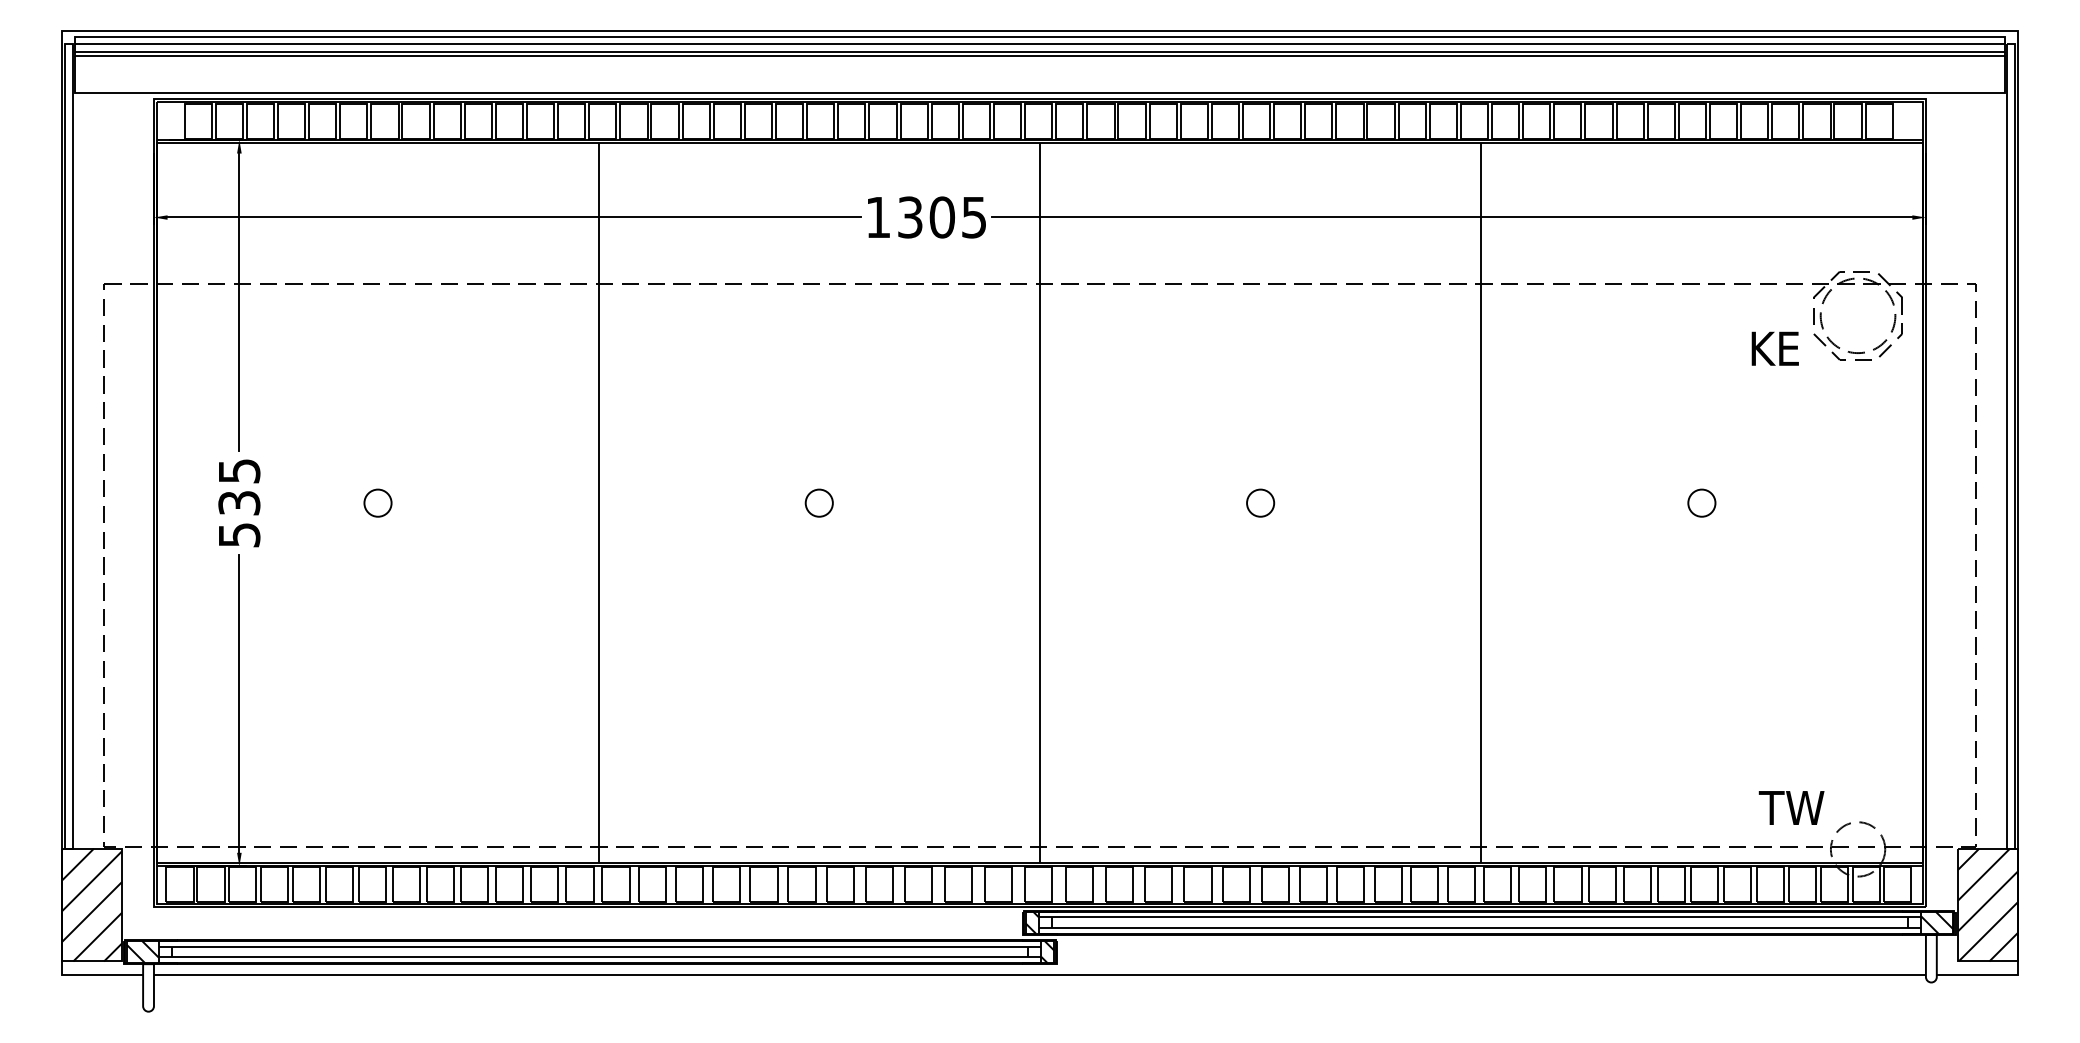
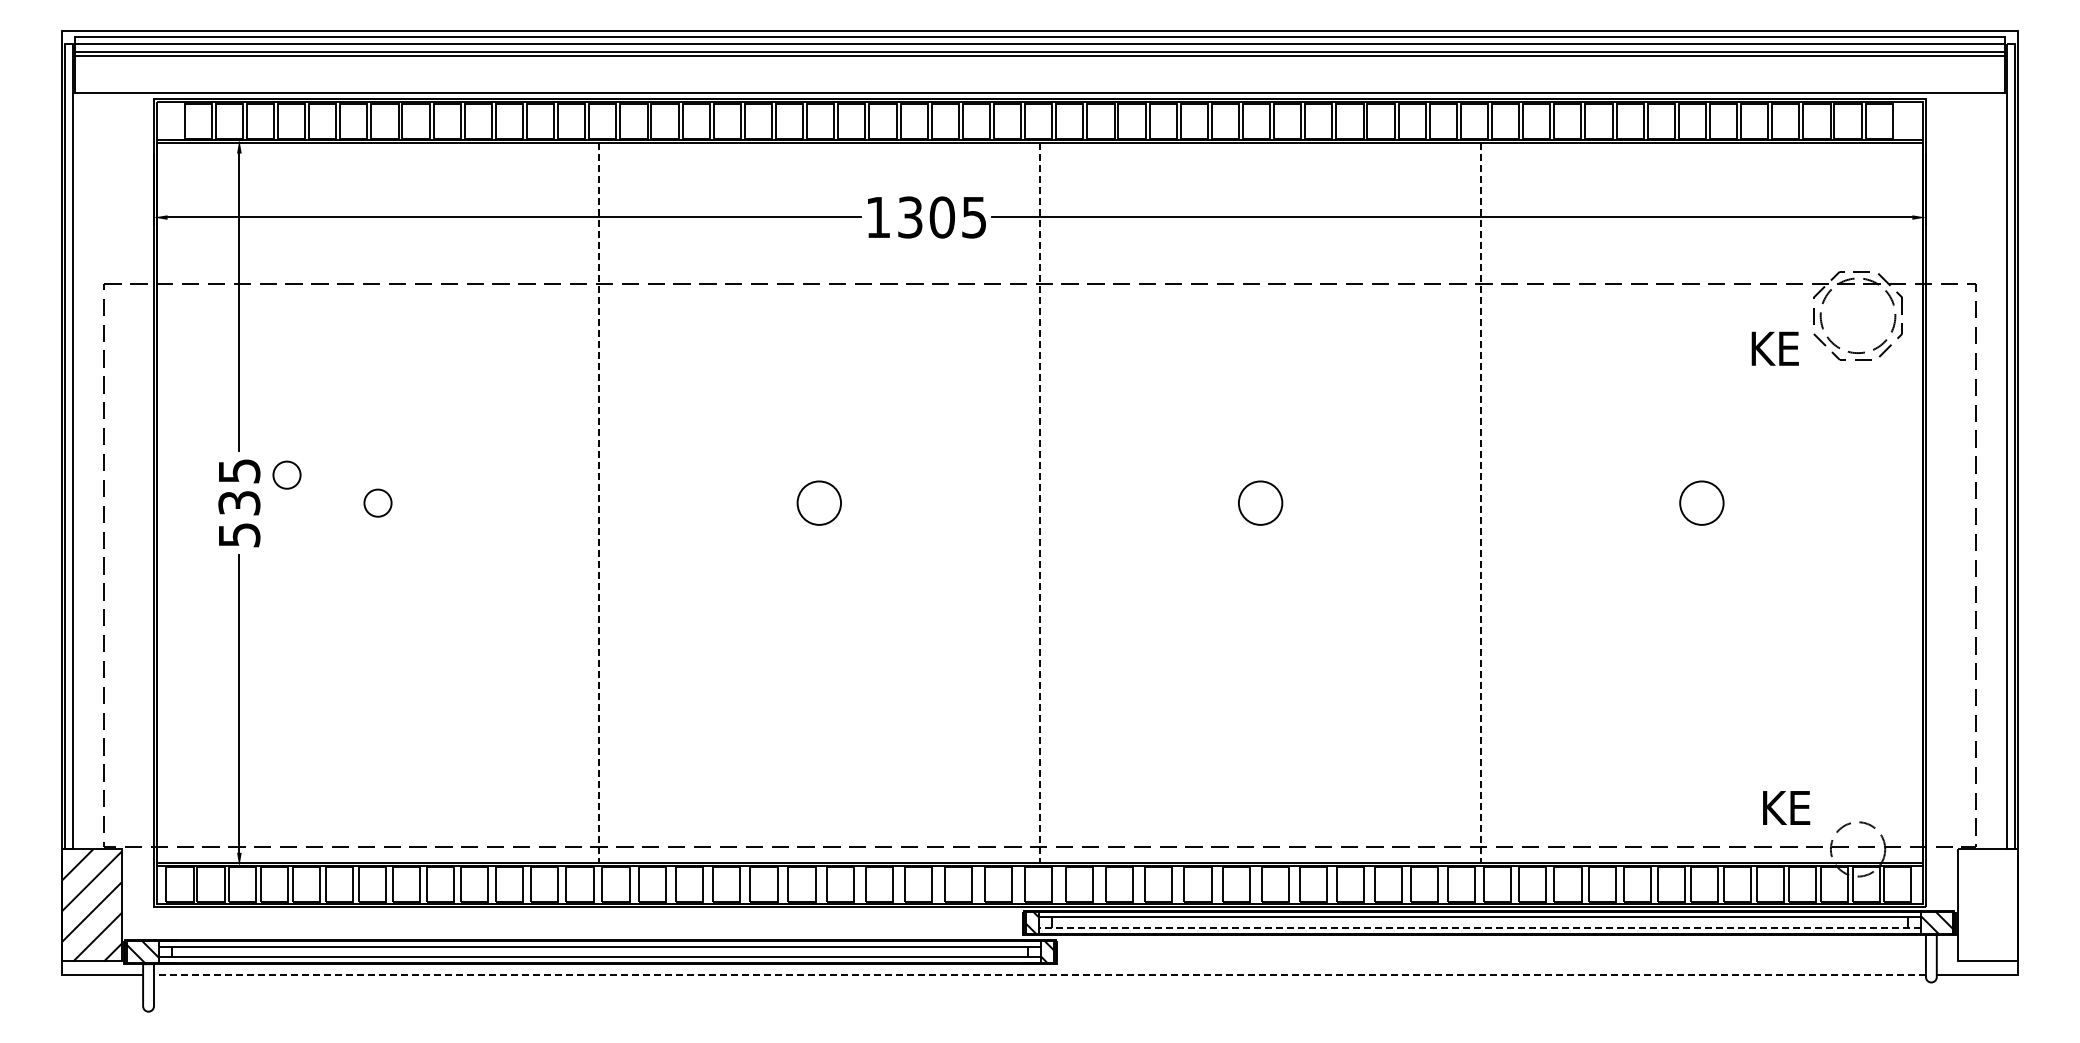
circle at (286, 474): none -> present
circle at (818, 502) diameter: 27 px -> 43 px
circle at (1260, 502) diameter: 27 px -> 43 px
circle at (1701, 502) diameter: 27 px -> 43 px
line at (598, 503): solid -> dashed
line at (1039, 503): solid -> dashed
line at (1481, 503): solid -> dashed
text at (1791, 807): TW -> KE
hatch at (1987, 904): present -> none
line at (1479, 928): solid -> dashed
line at (1039, 975): solid -> dashed
